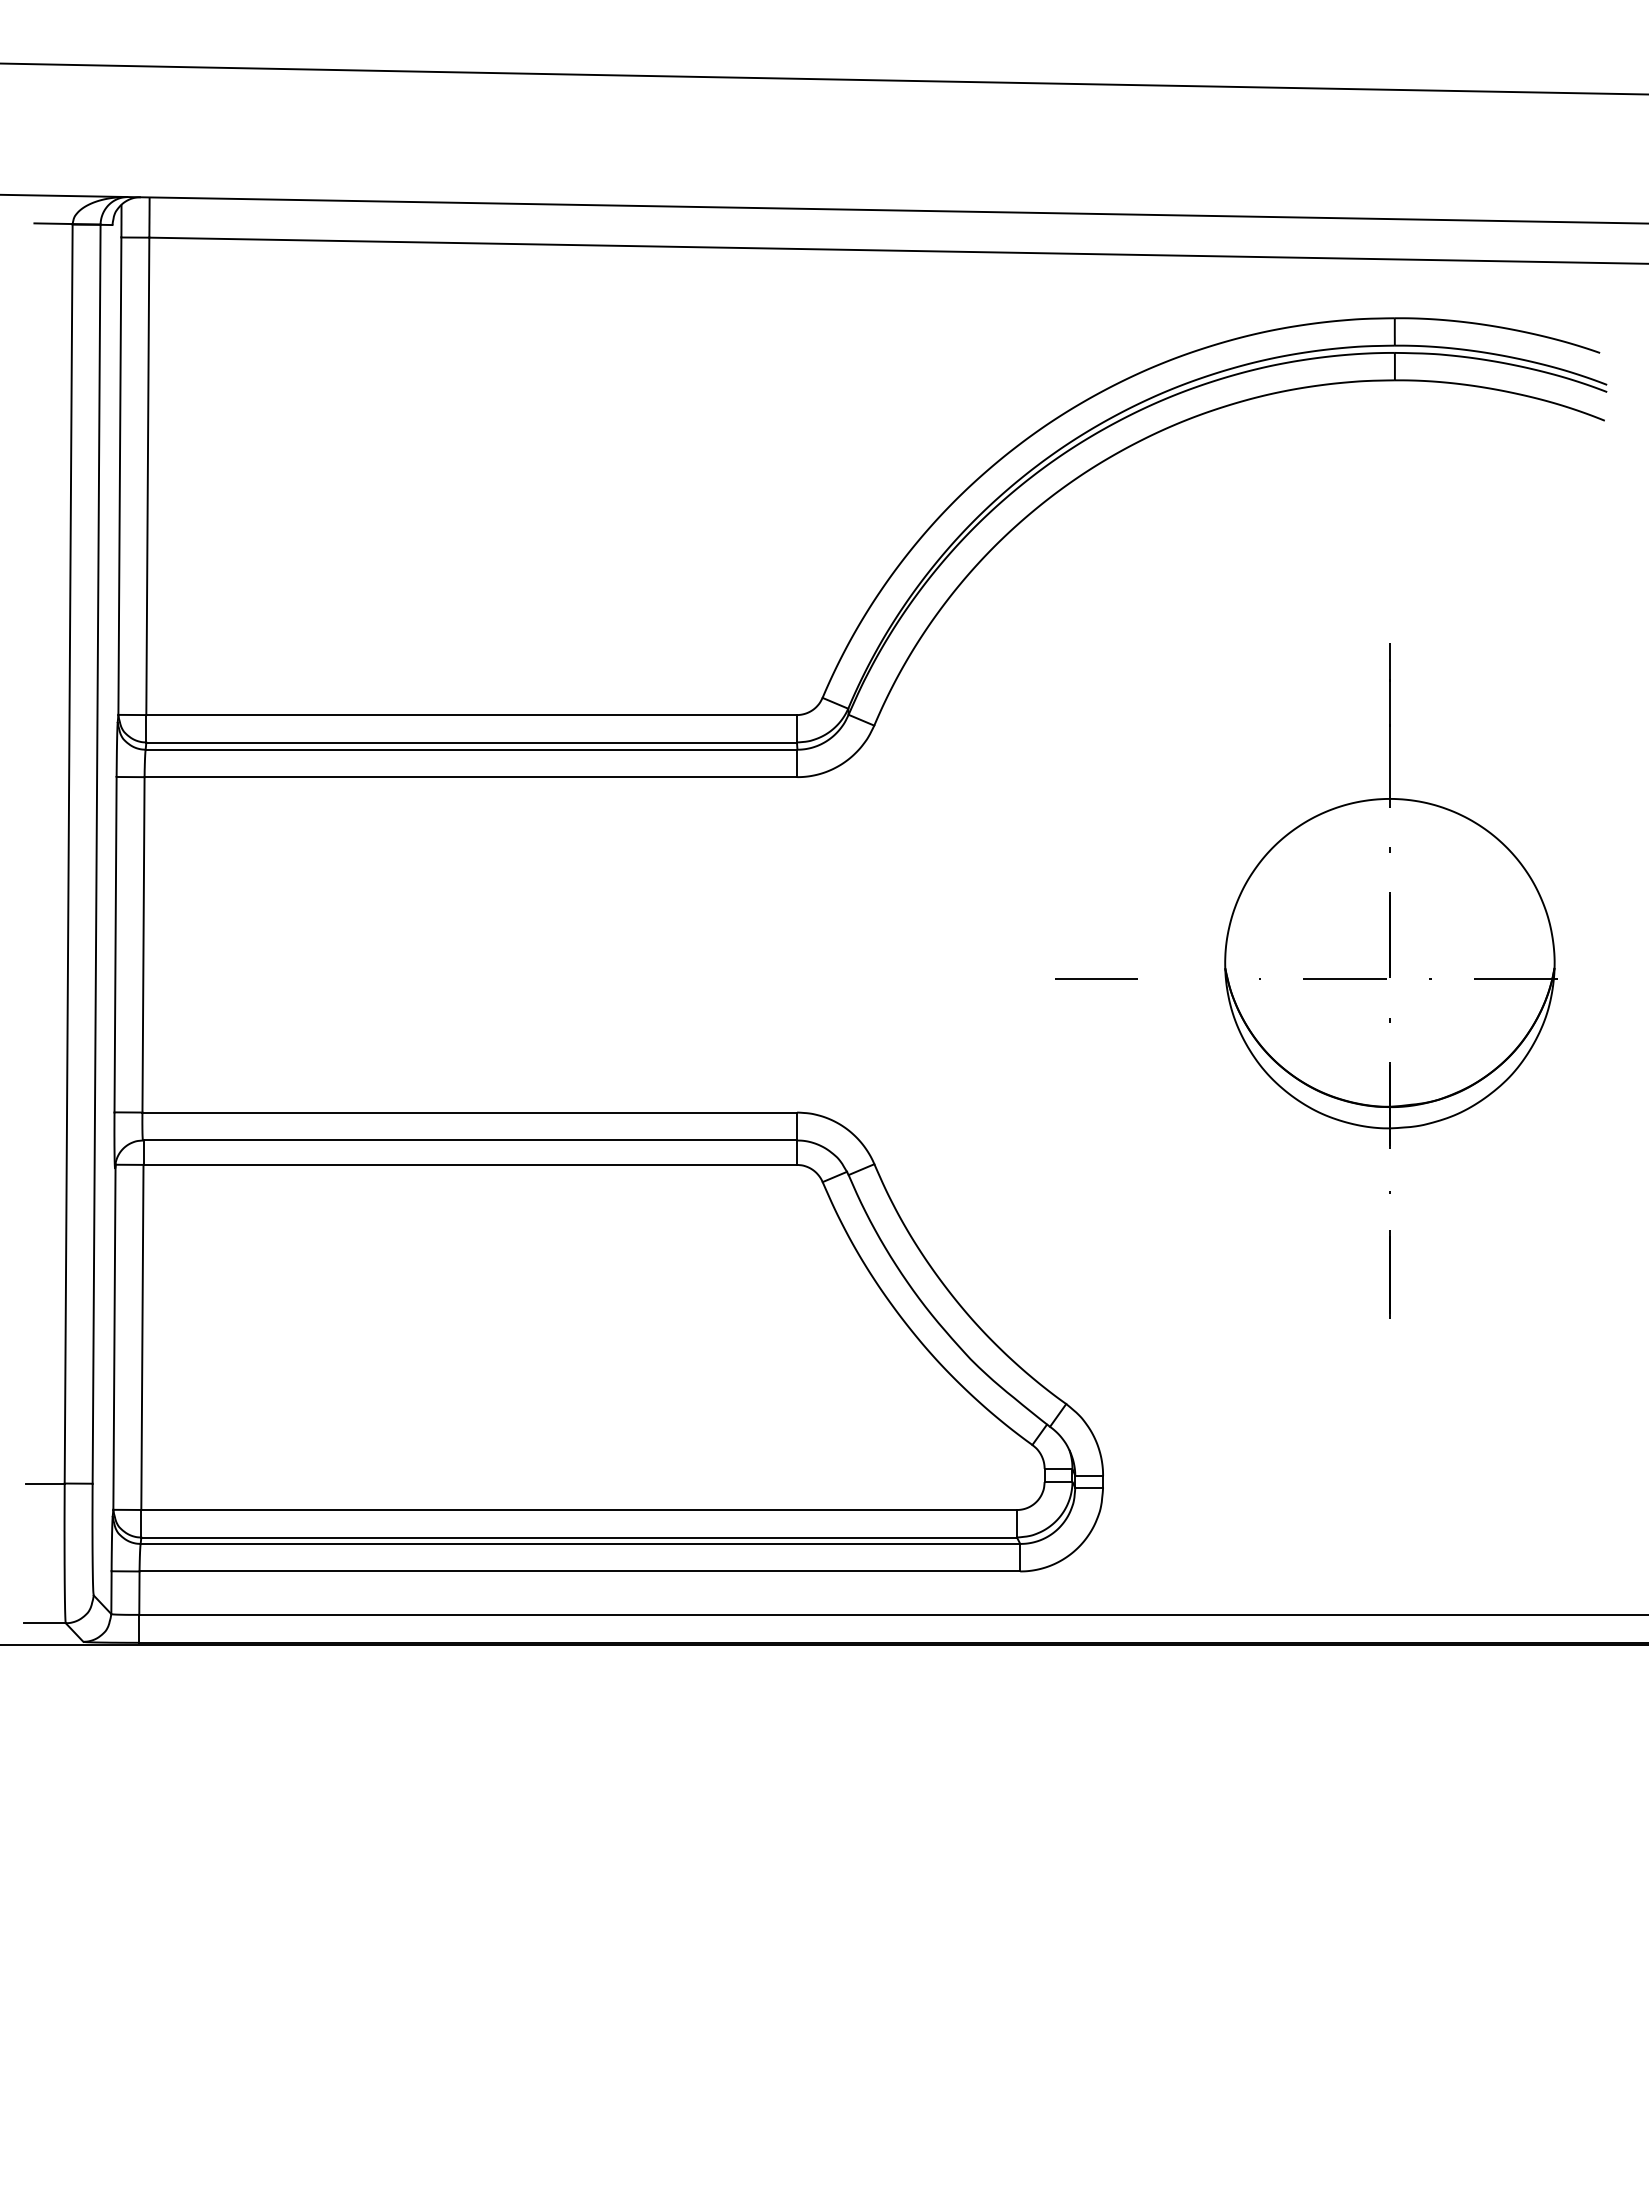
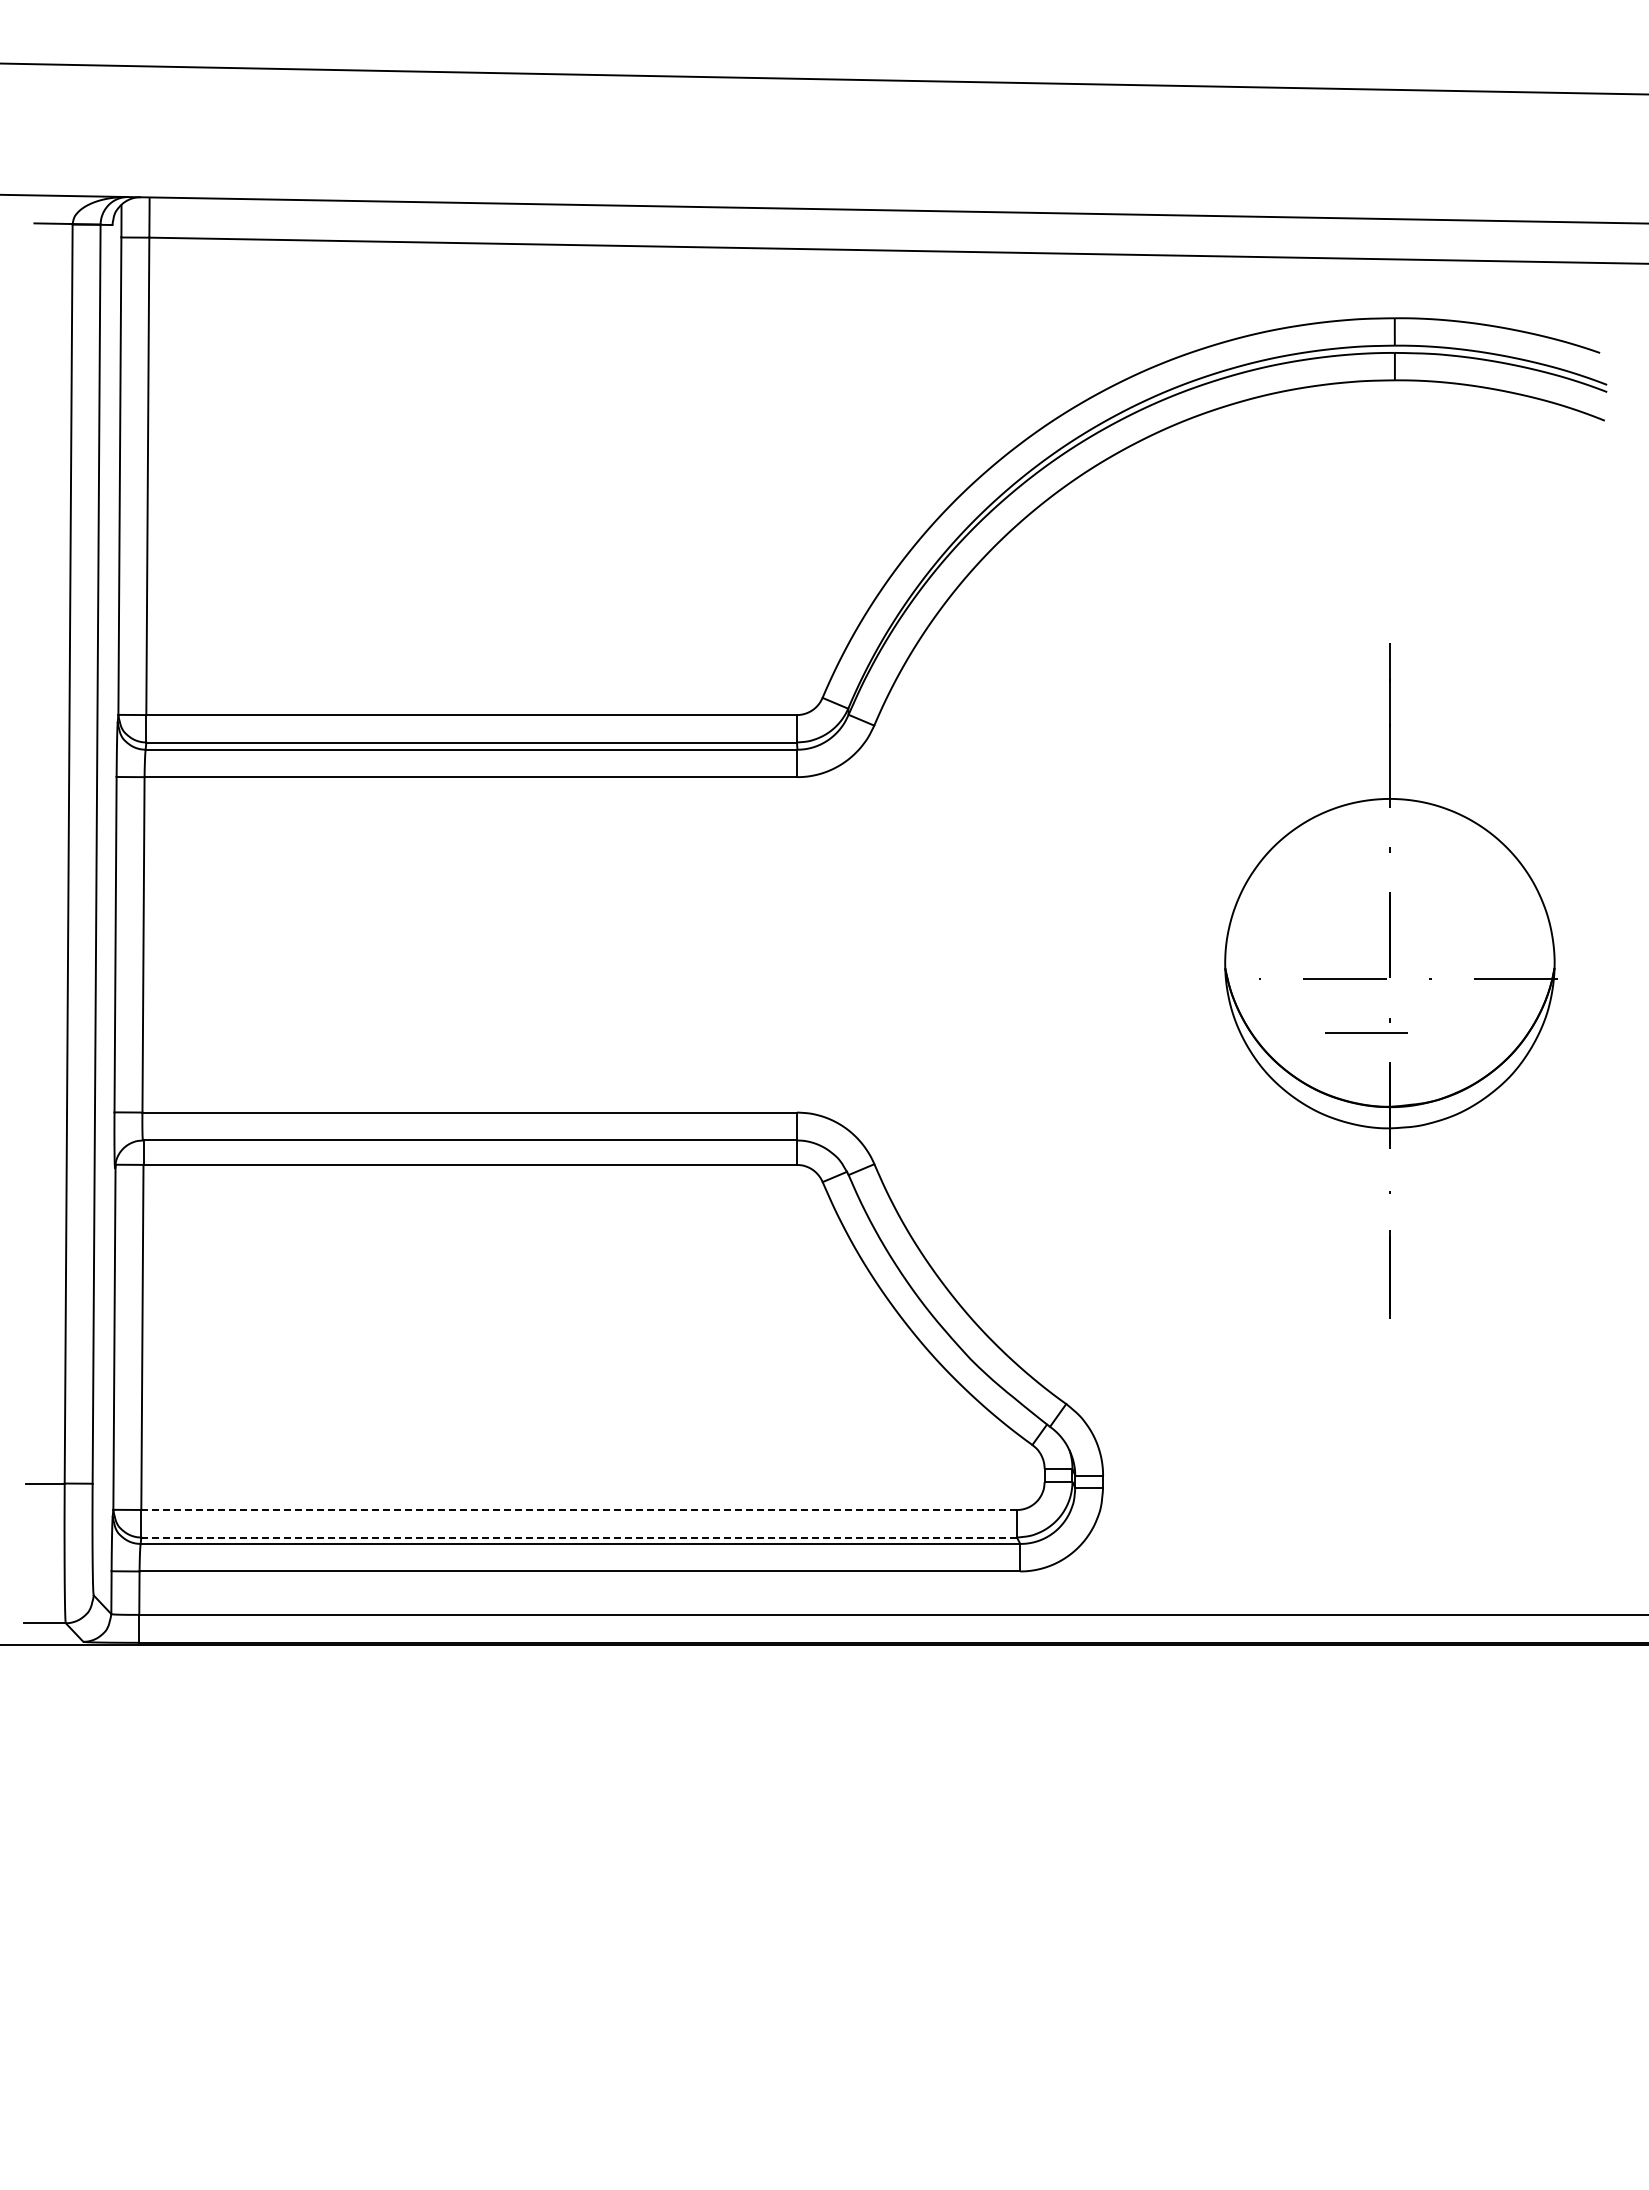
line at (1096, 978) position: (1096, 978) -> (1366, 1032)
line at (579, 1509): solid -> dashed
line at (579, 1537): solid -> dashed
